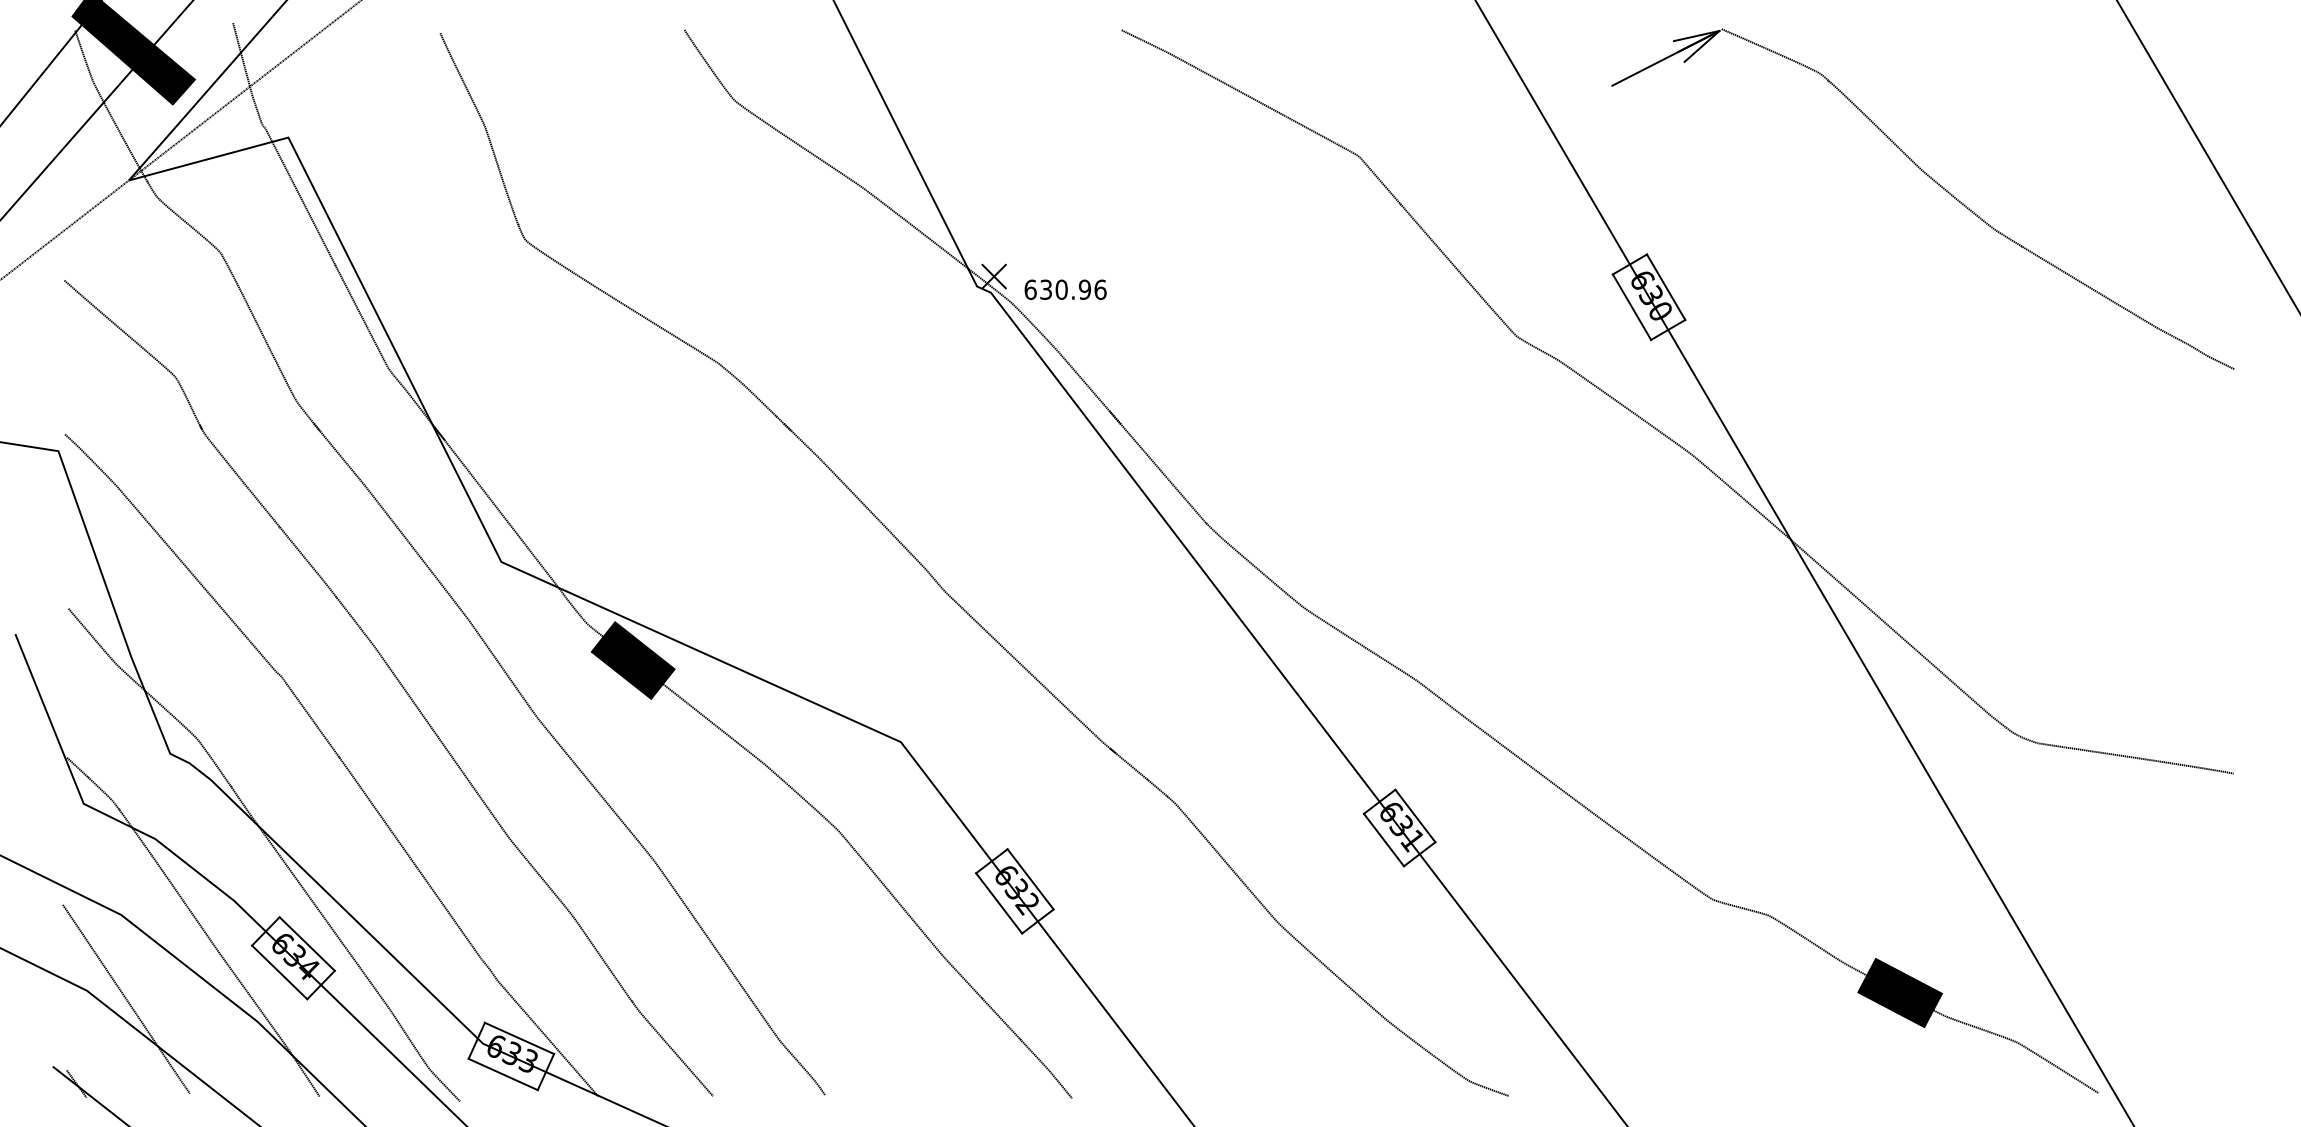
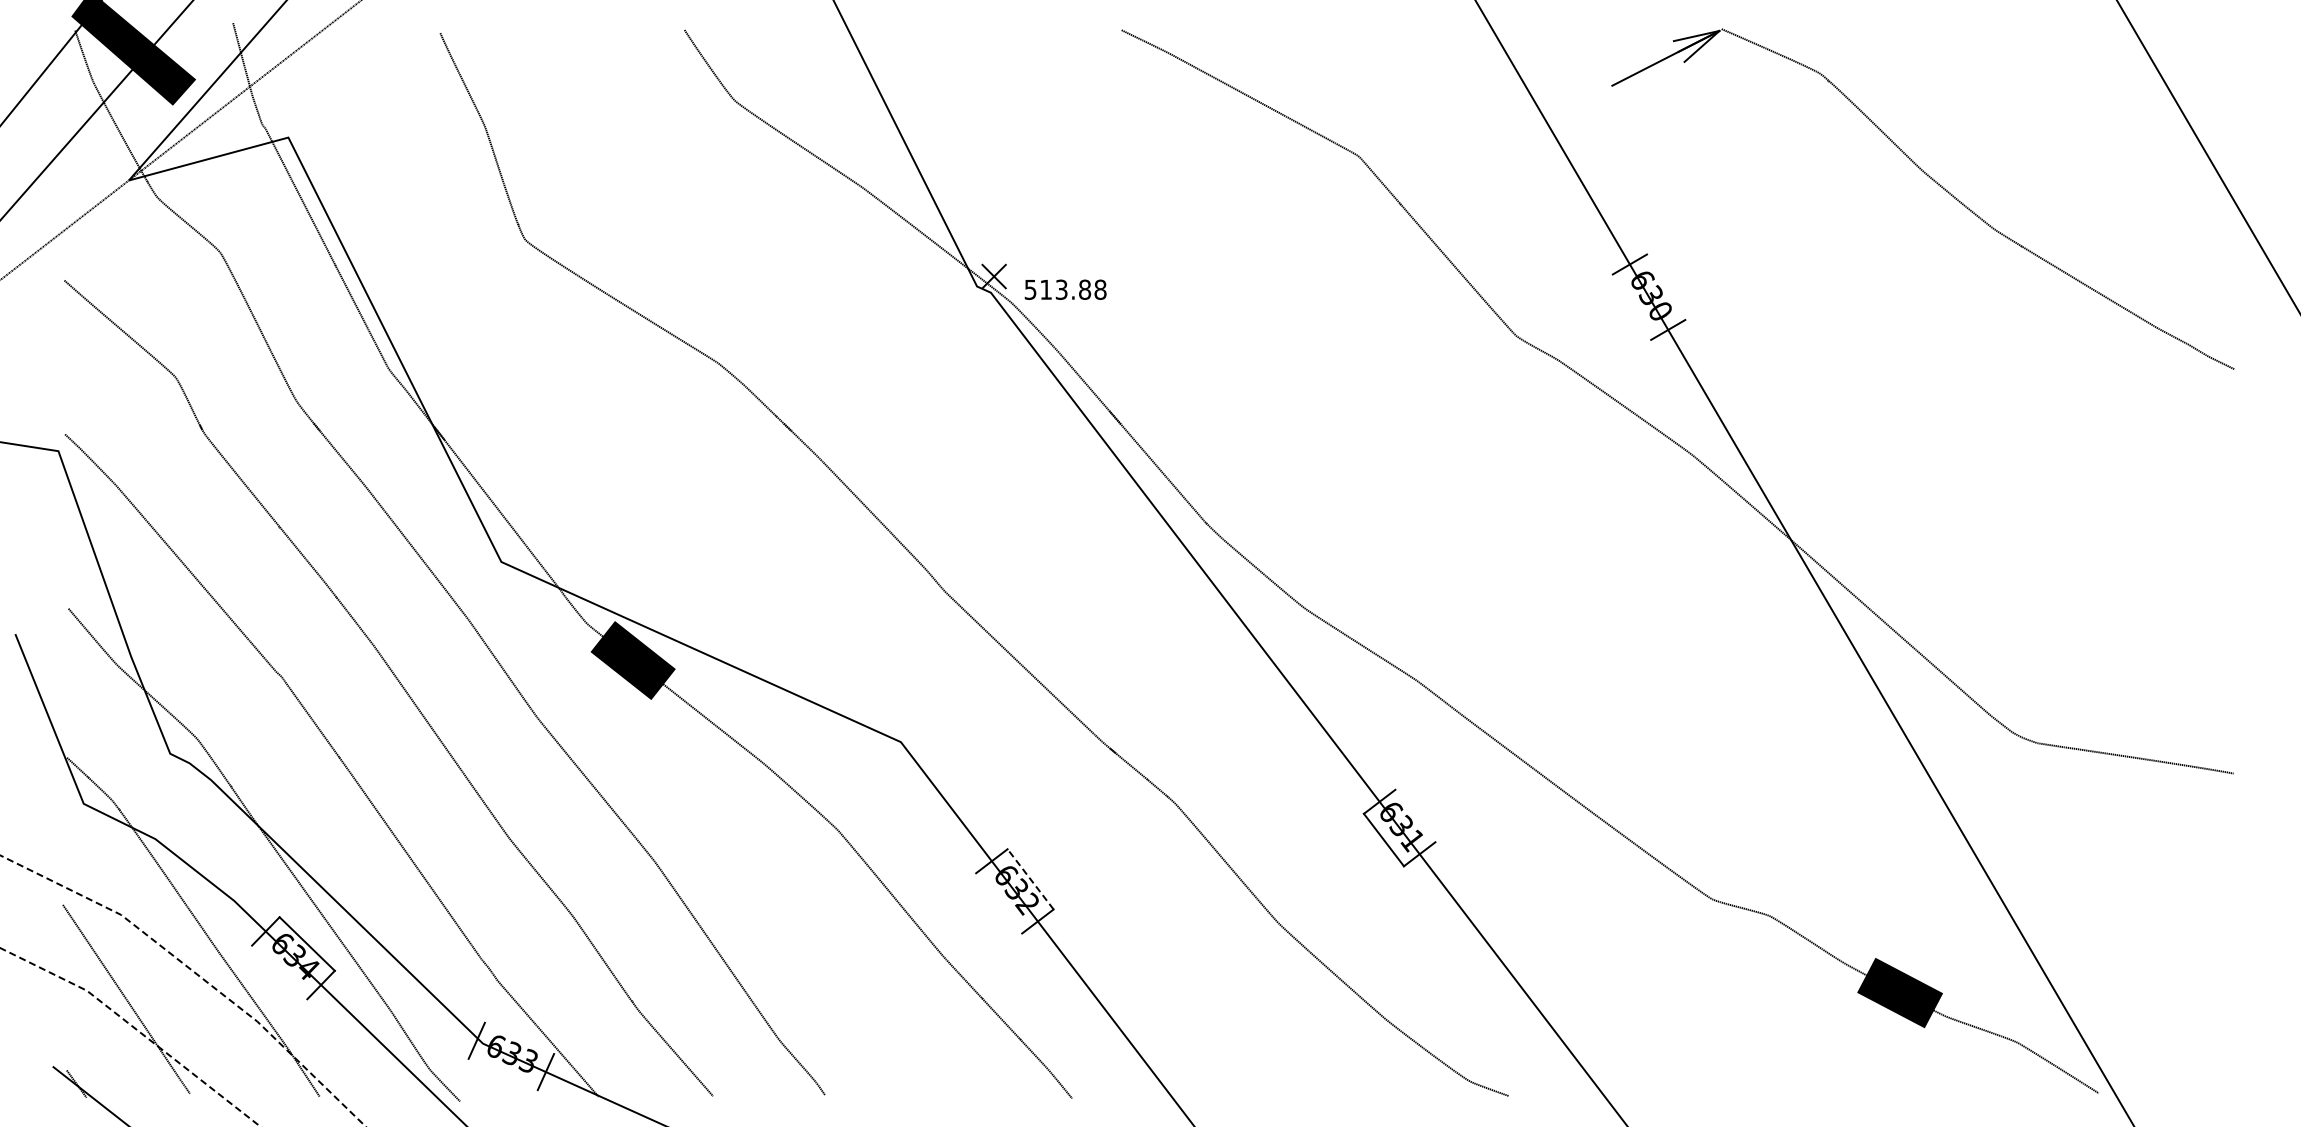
line at (1666, 286): present -> none
text at (1065, 289): 630.96 -> 513.88
line at (1631, 306): present -> none
line at (1415, 815): present -> none
line at (1030, 879): solid -> dashed
line at (999, 903): present -> none
line at (279, 972): present -> none
line at (195, 973): solid -> dashed
line at (135, 1028): solid -> dashed
line at (519, 1038): present -> none
line at (502, 1074): present -> none
